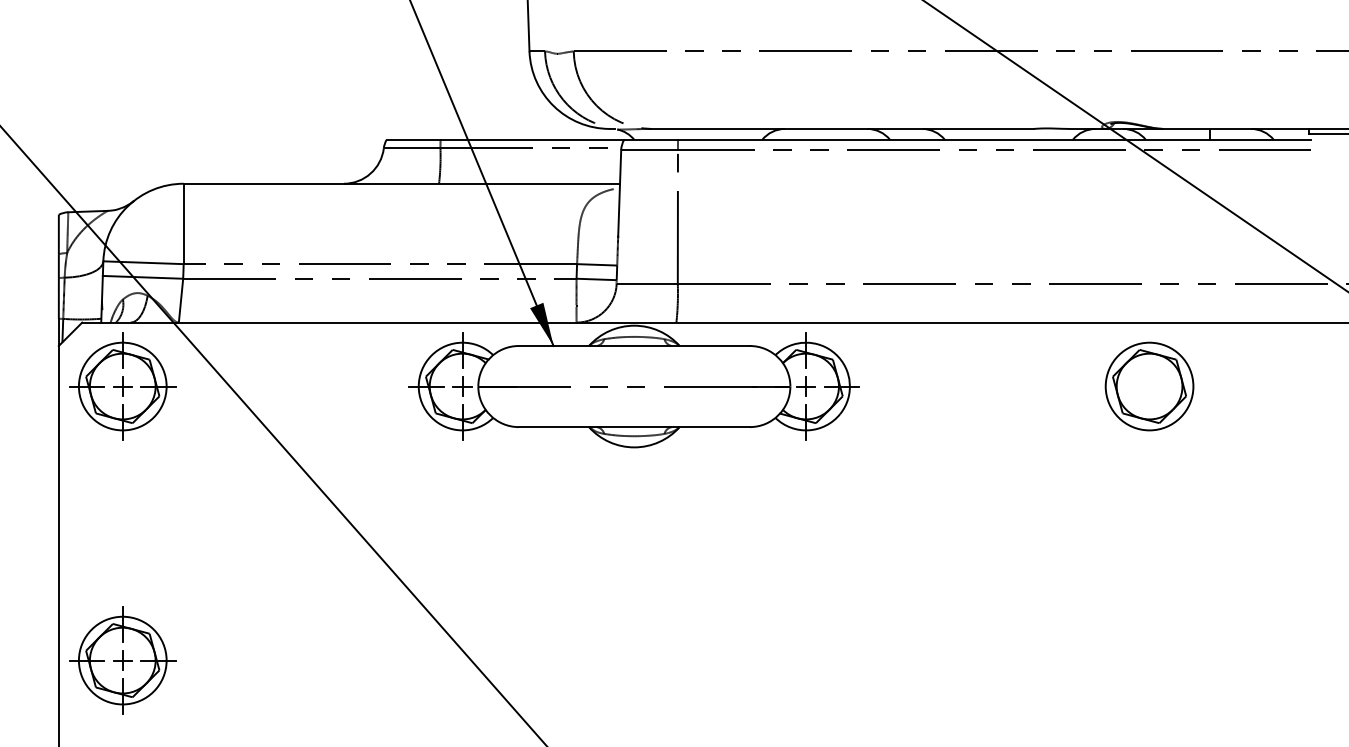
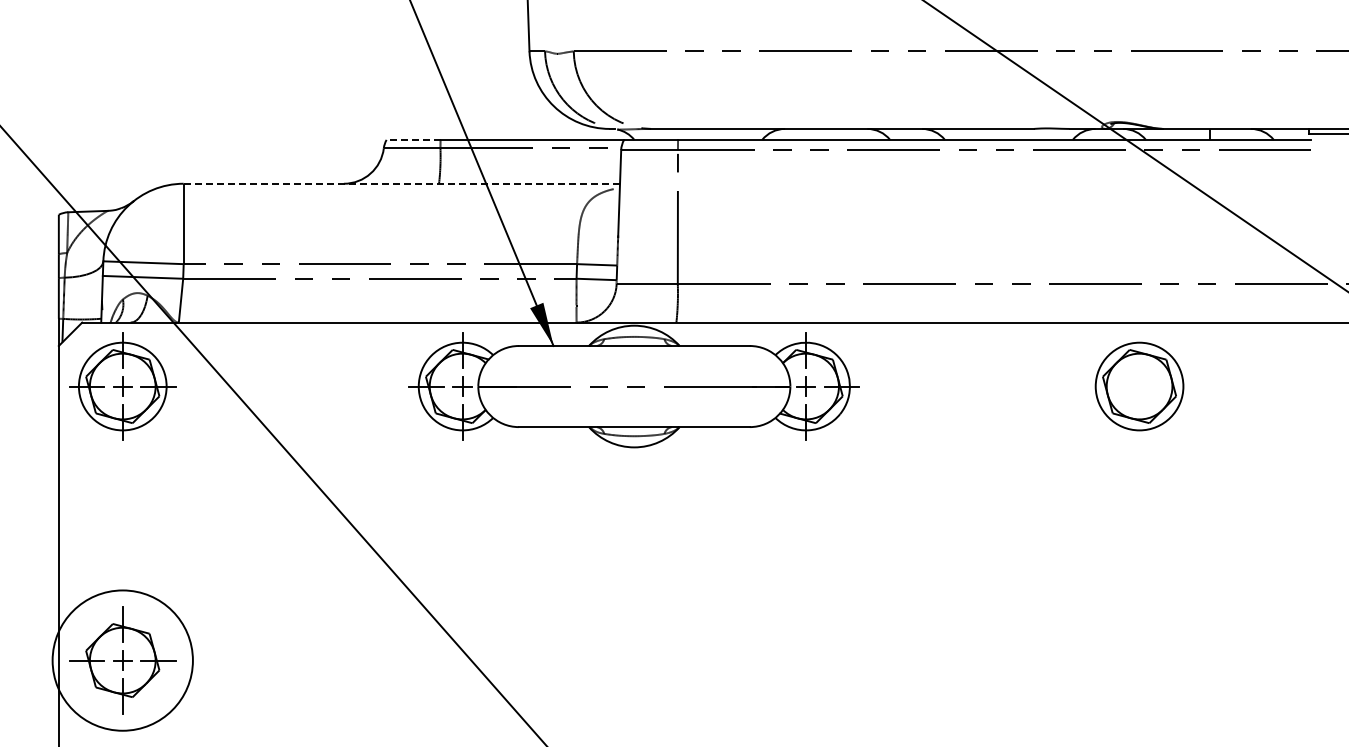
line at (413, 139): solid -> dashed
line at (402, 183): solid -> dashed
part at (1149, 386) position: (1149, 386) -> (1139, 386)
circle at (122, 660) diameter: 88 px -> 140 px
